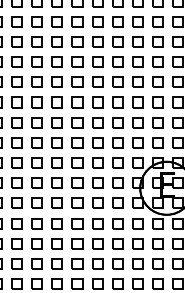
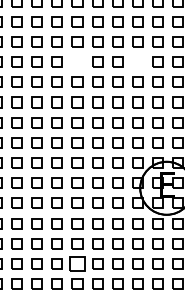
part at (77, 61): present -> none
part at (137, 61): present -> none
part at (77, 263) size: 13x12 px -> 17x16 px
